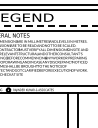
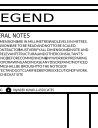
line at (49, 25): dashed -> solid
line at (77, 108) position: (77, 108) -> (89, 108)
